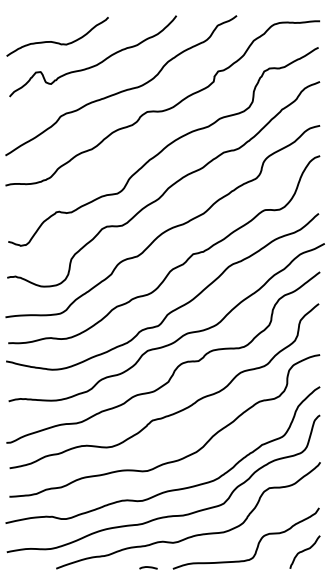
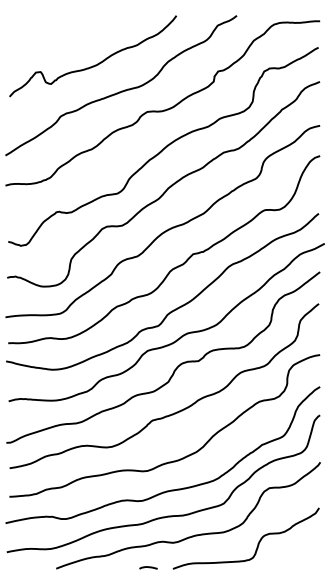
curve at (55, 41): present -> none
curve at (304, 551): present -> none
